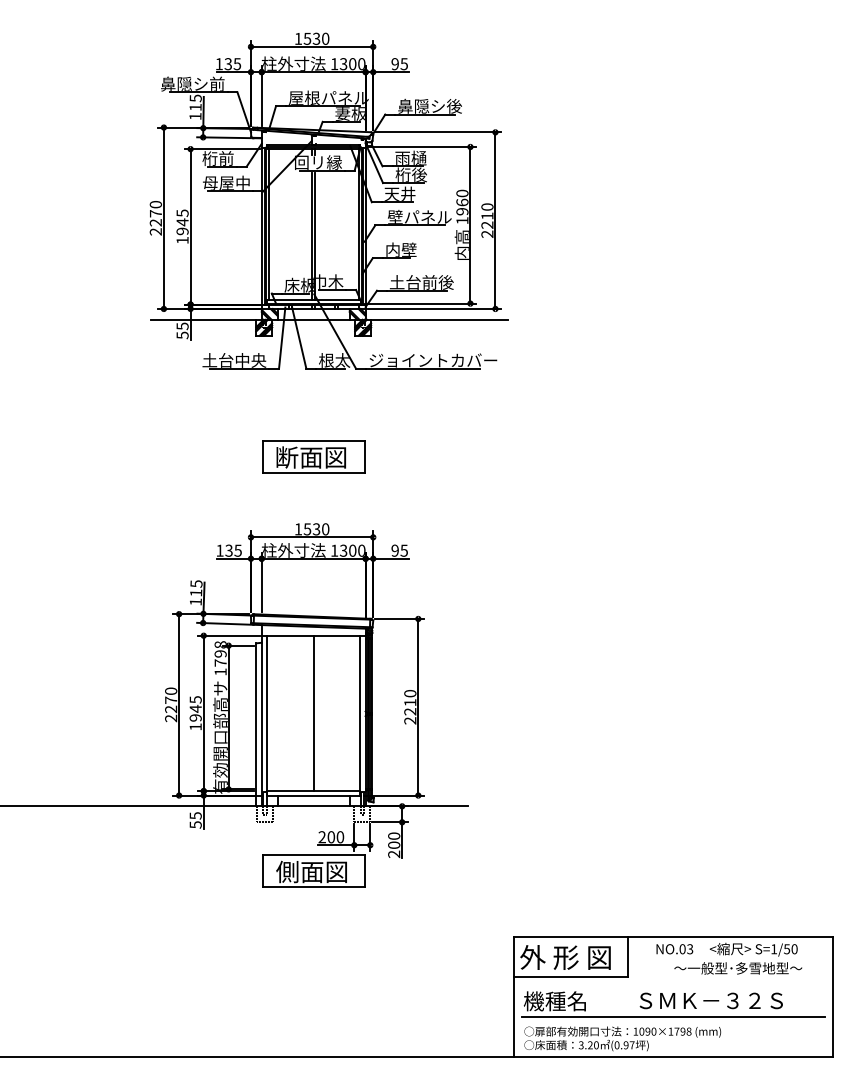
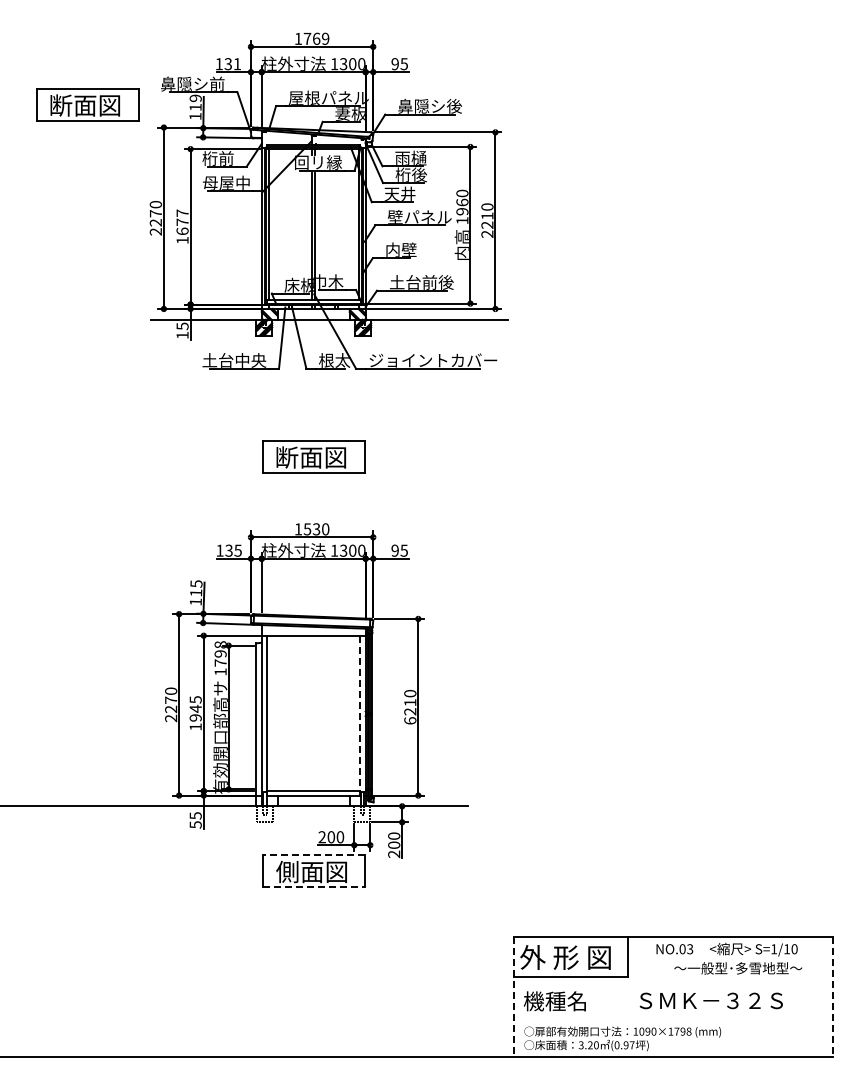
text at (316, 38): 1530 -> 1769
text at (237, 64): 135 -> 131
text at (195, 98): 115 -> 119
part at (87, 104): none -> present
text at (182, 222): 1945 -> 1677
text at (182, 335): 55 -> 15
line at (313, 713): present -> none
line at (360, 715): solid -> dashed
text at (410, 720): 2210 -> 6210
line at (313, 855): solid -> dashed
line at (313, 887): solid -> dashed
text at (787, 949): S=1/50 -> S=1/10
line at (513, 997): solid -> dashed
line at (833, 997): solid -> dashed
line at (673, 1017): present -> none
